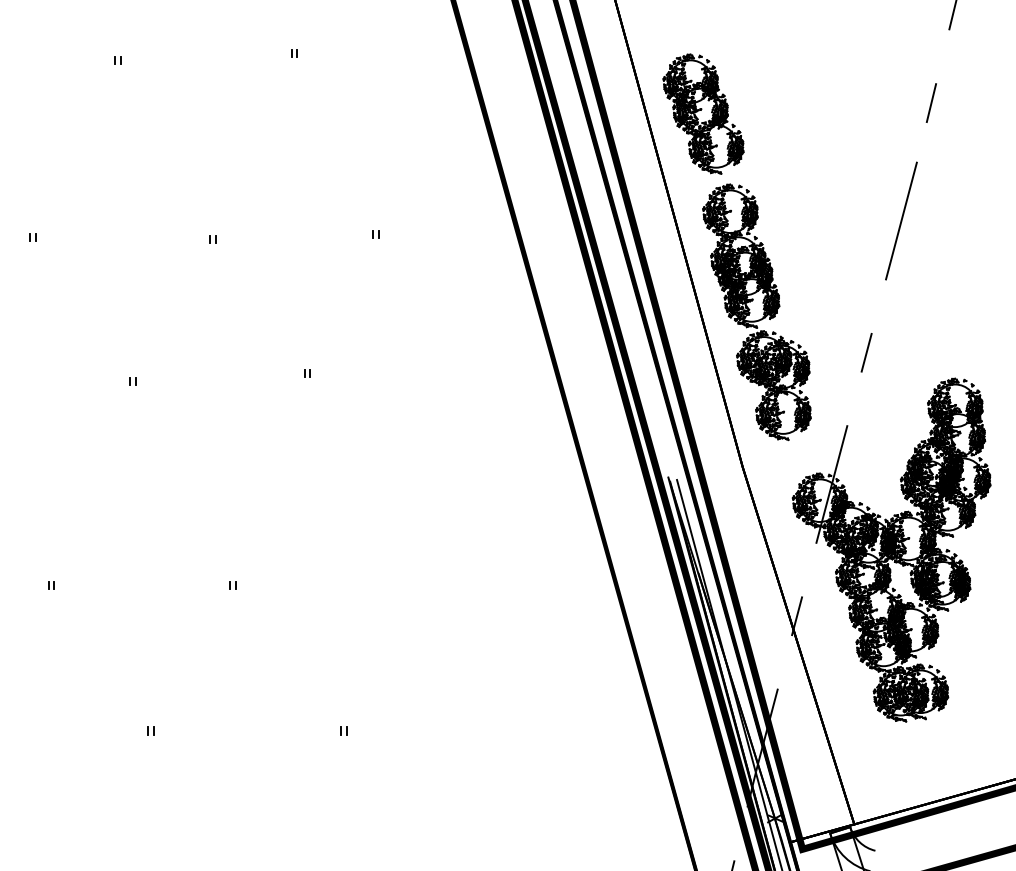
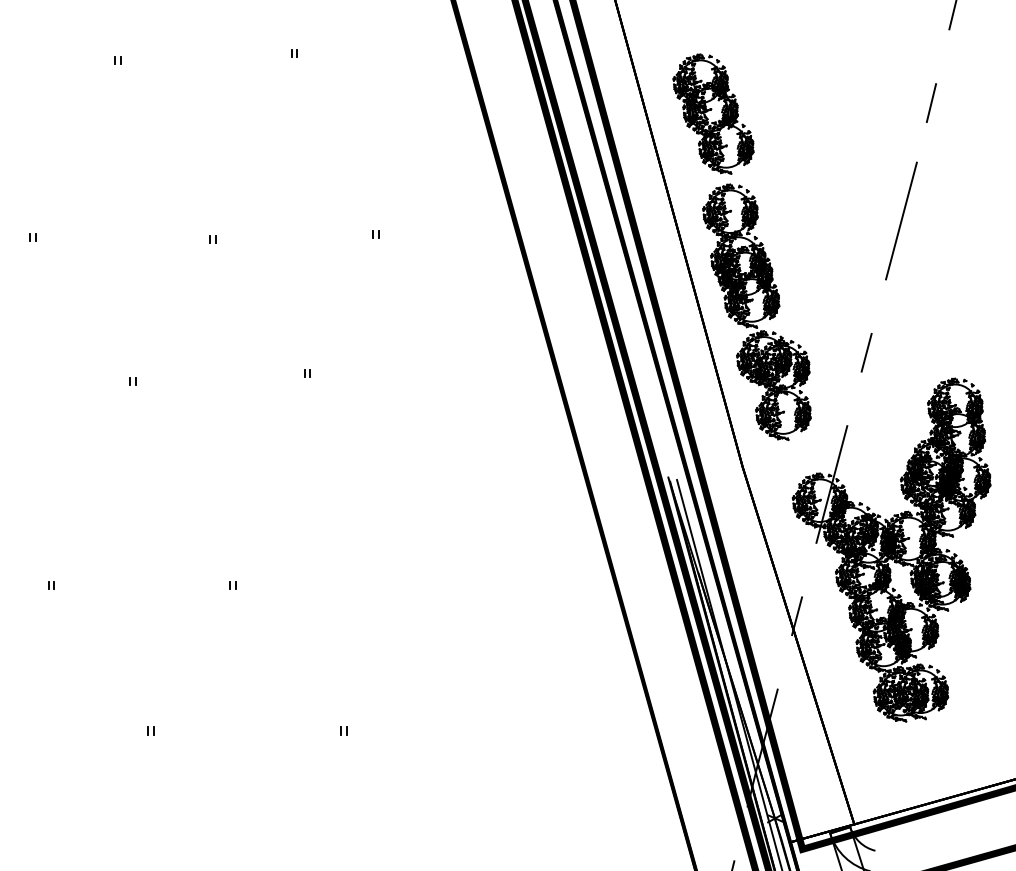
part at (703, 113) position: (703, 113) -> (713, 113)
